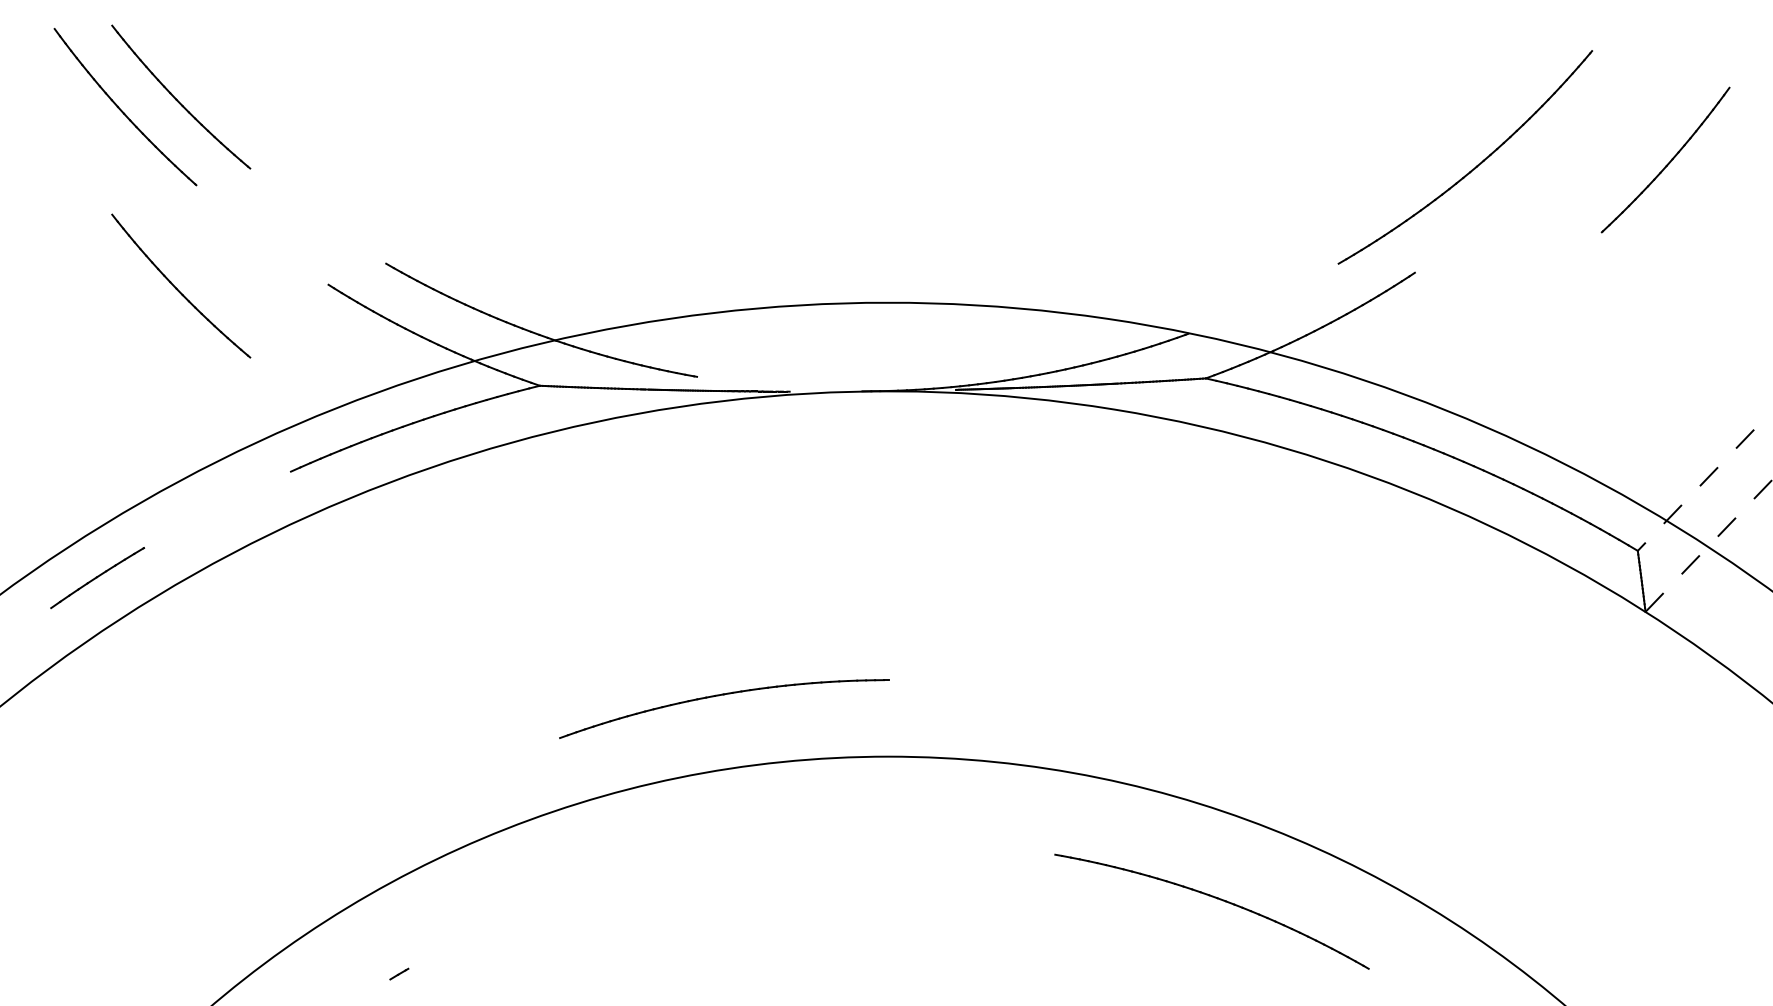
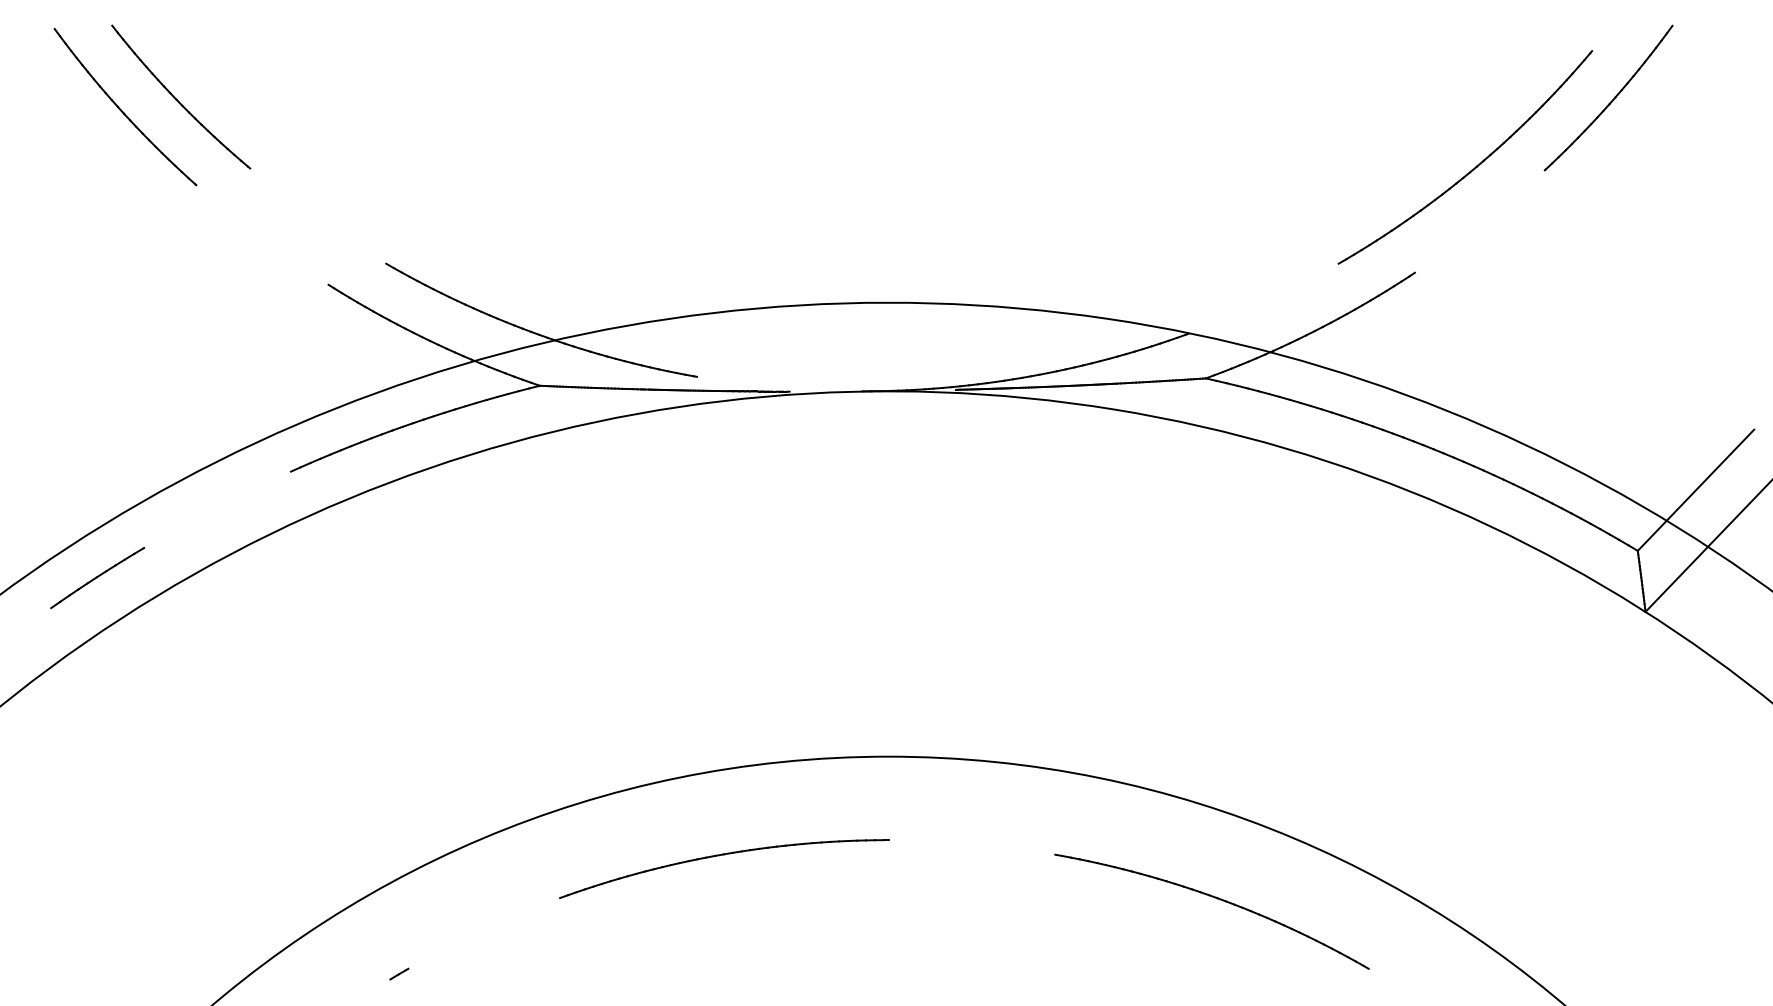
part at (1665, 159) position: (1665, 159) -> (1608, 97)
part at (181, 285): present -> none
line at (1695, 490): dashed -> solid
line at (1709, 545): dashed -> solid
part at (724, 695) position: (724, 695) -> (724, 855)
